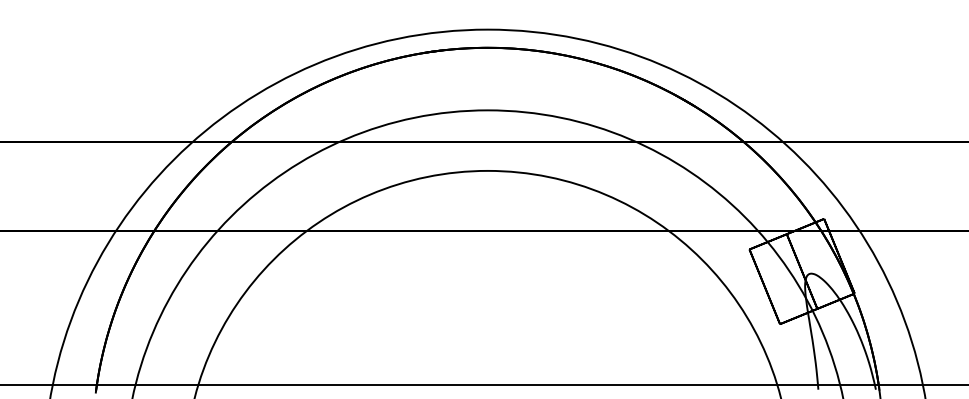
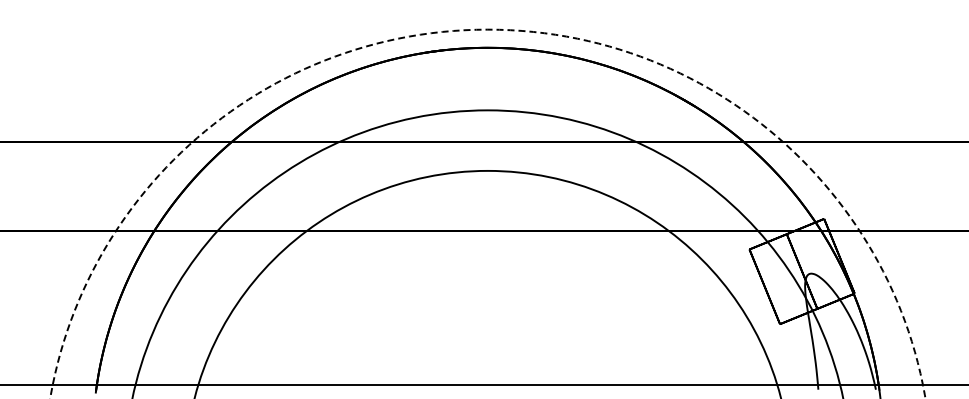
circle at (487, 213): solid -> dashed
